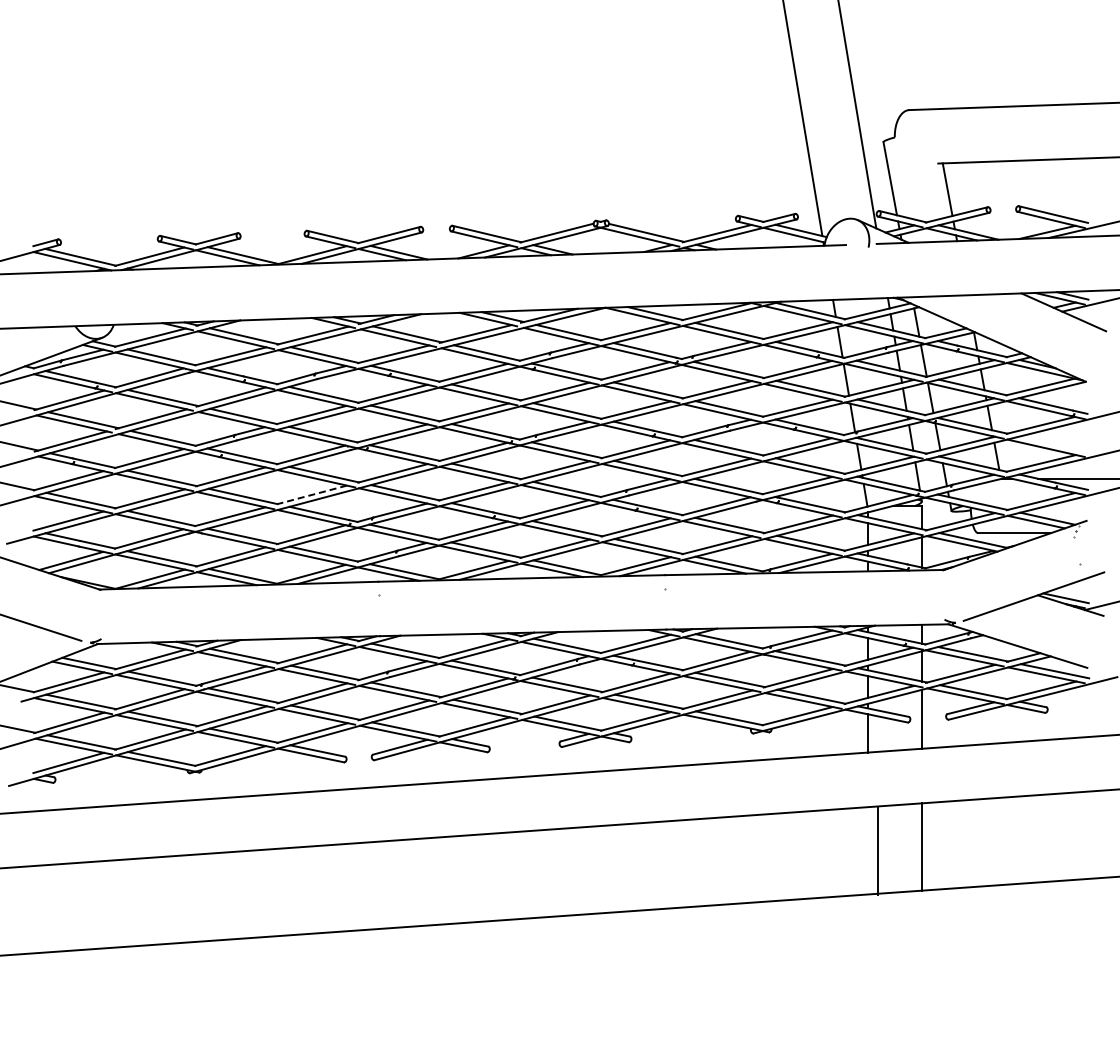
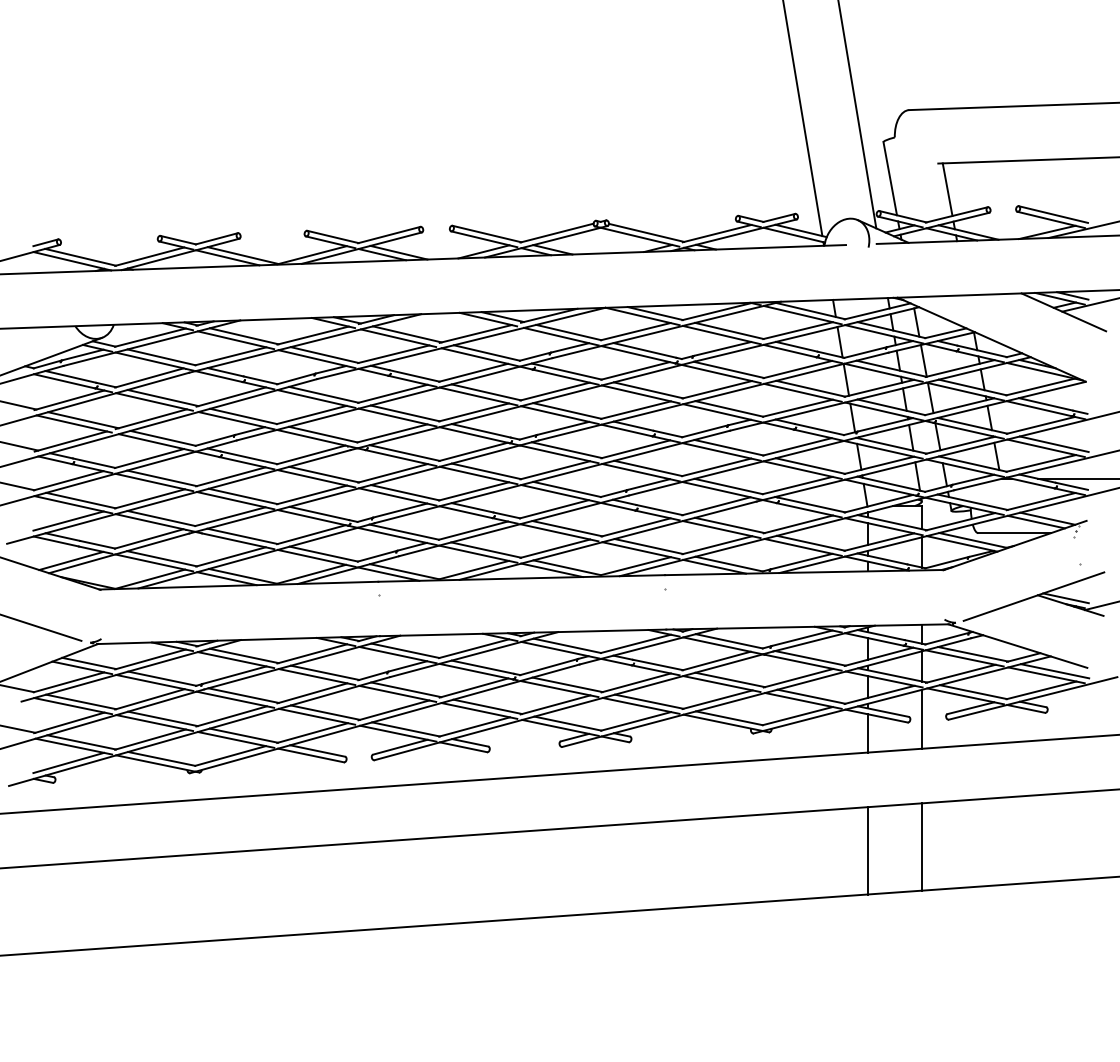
line at (1053, 444): none -> present
line at (311, 495): dashed -> solid
line at (877, 850) position: (877, 850) -> (867, 850)
